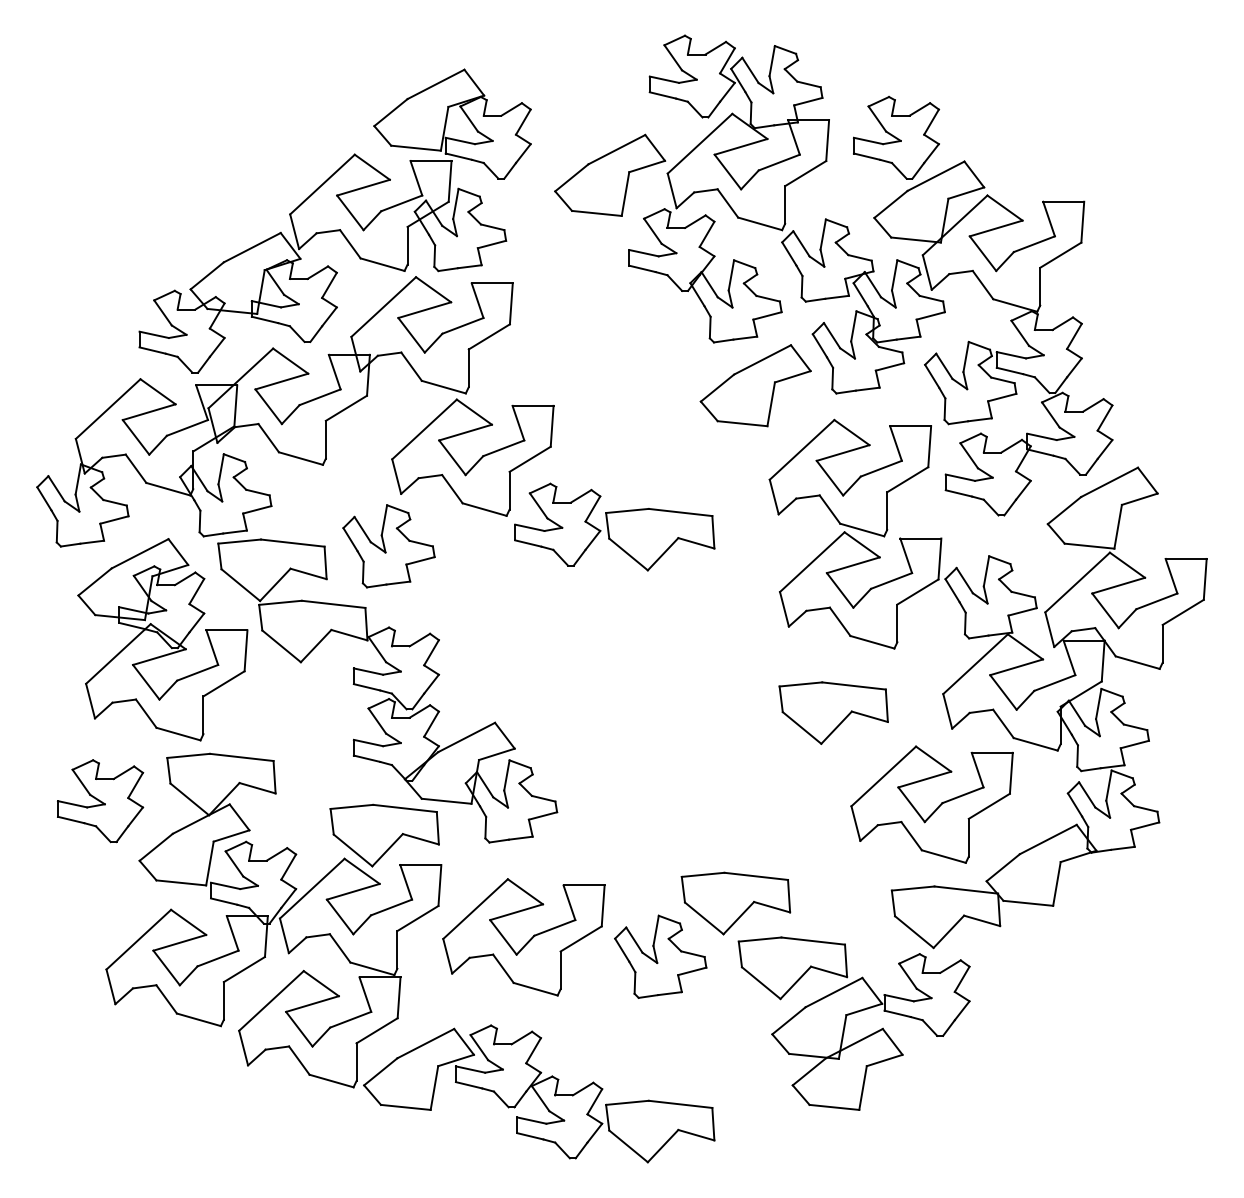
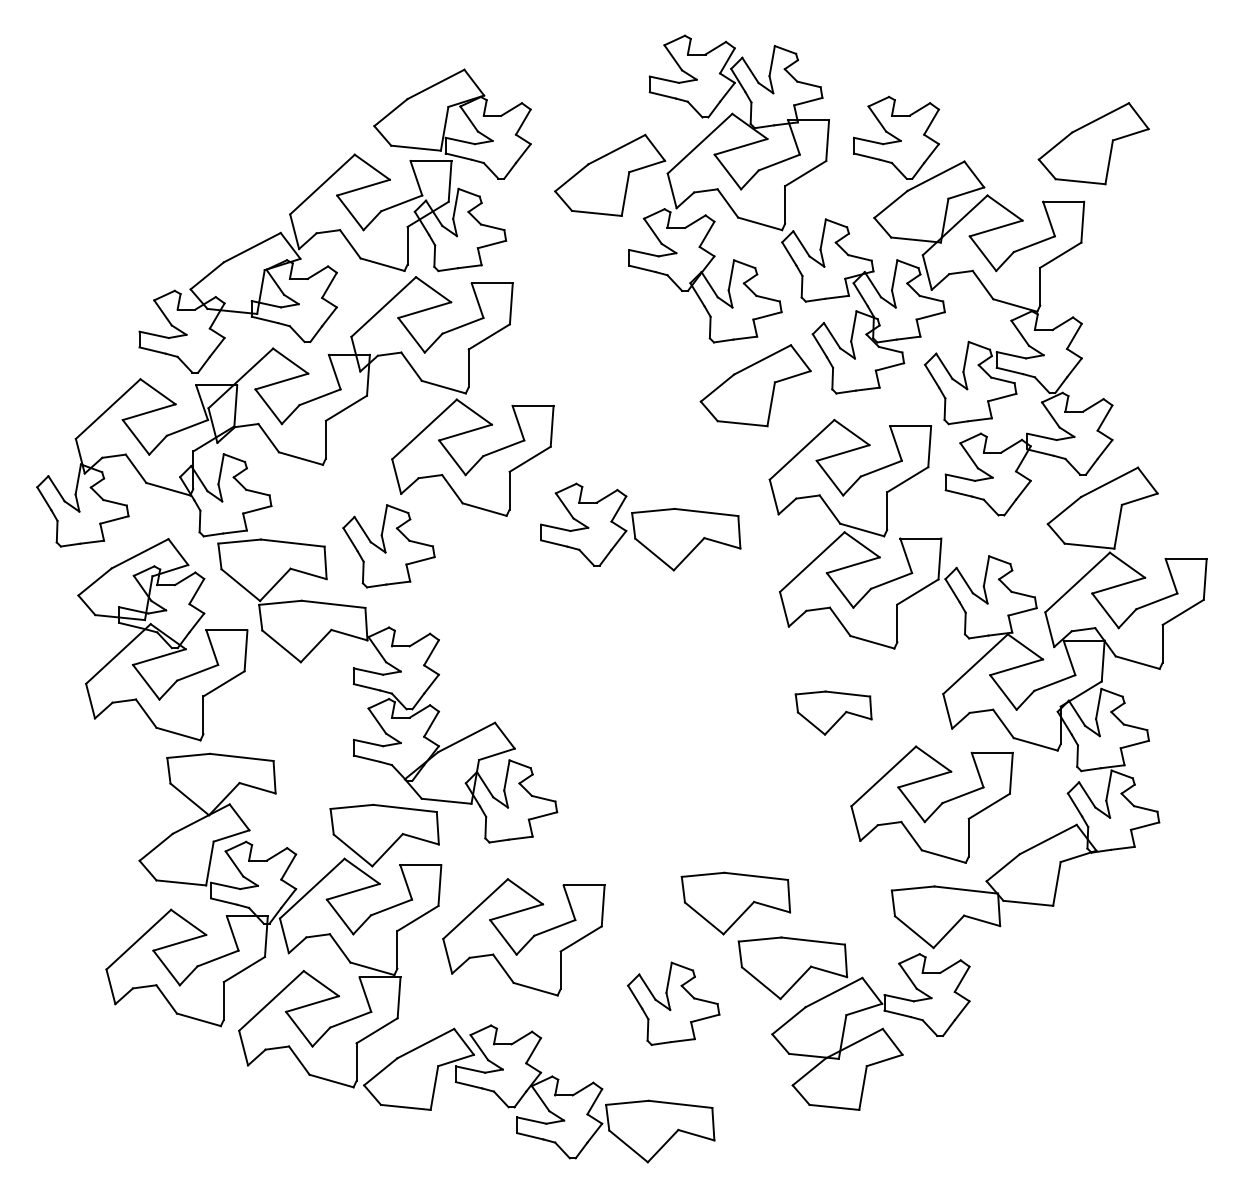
part at (1093, 143): none -> present
part at (614, 526) position: (614, 526) -> (640, 526)
part at (833, 712) size: 111x64 px -> 79x46 px
part at (100, 801): present -> none
part at (660, 956) position: (660, 956) -> (673, 1003)
